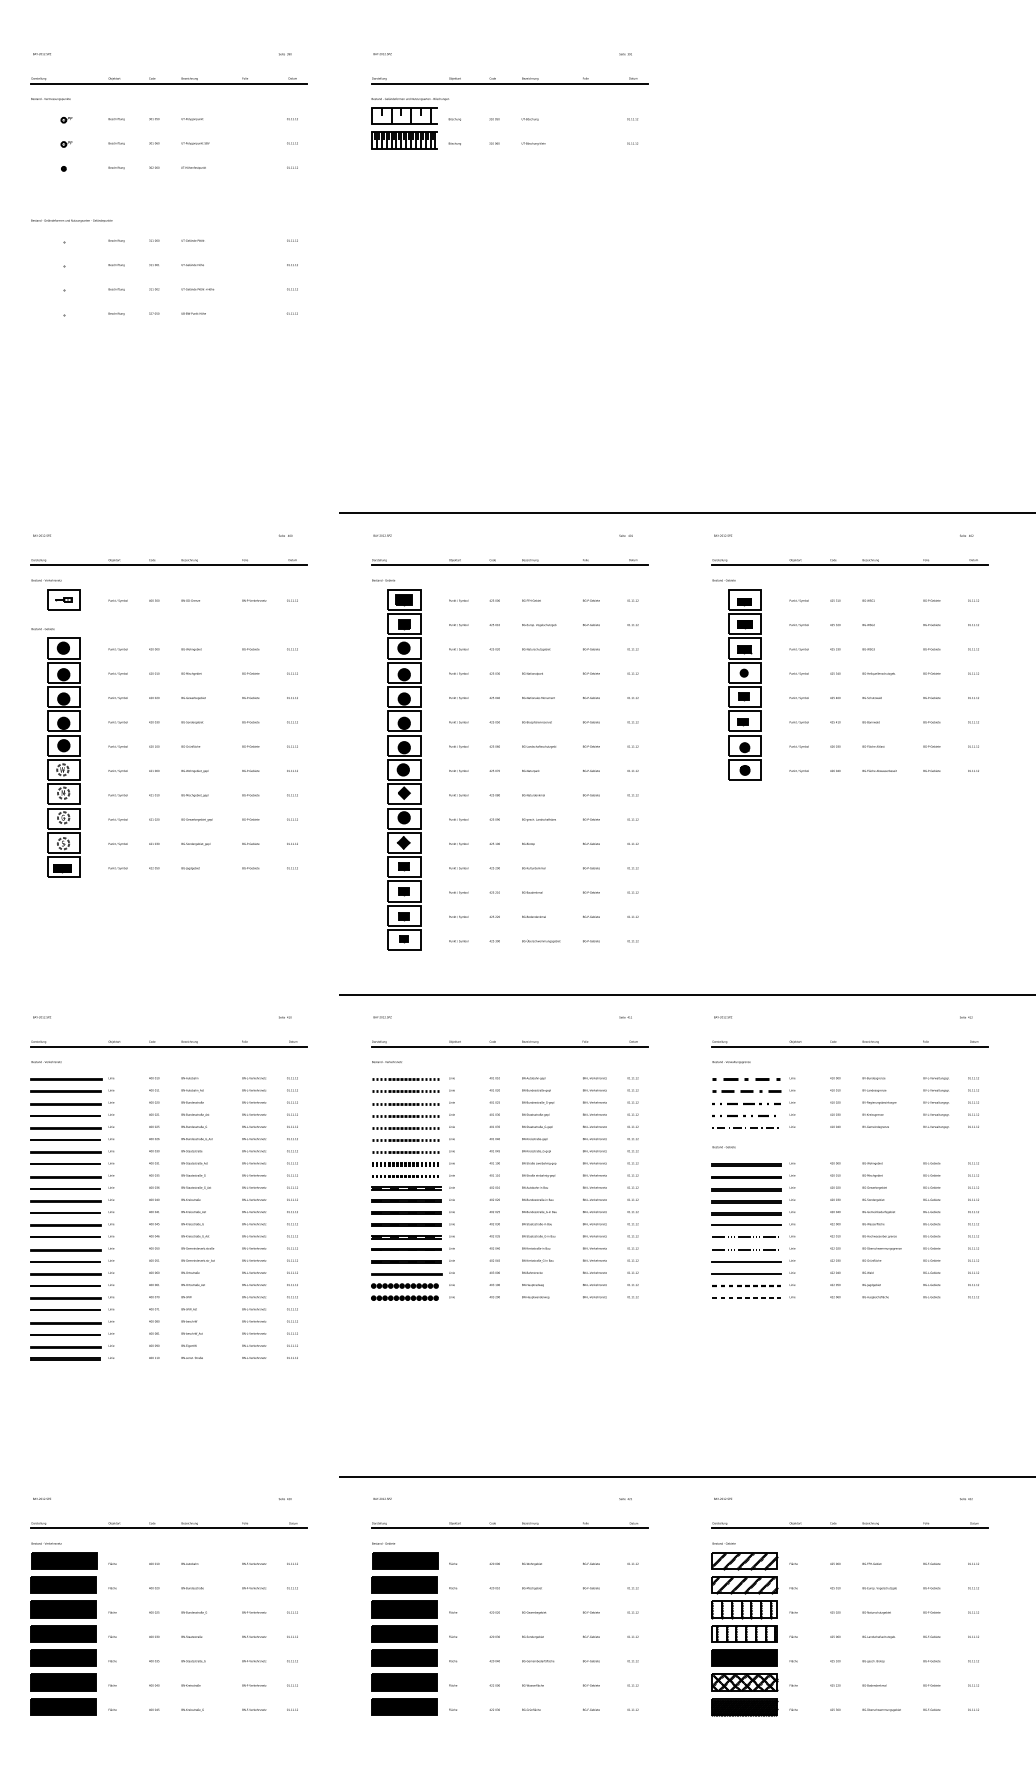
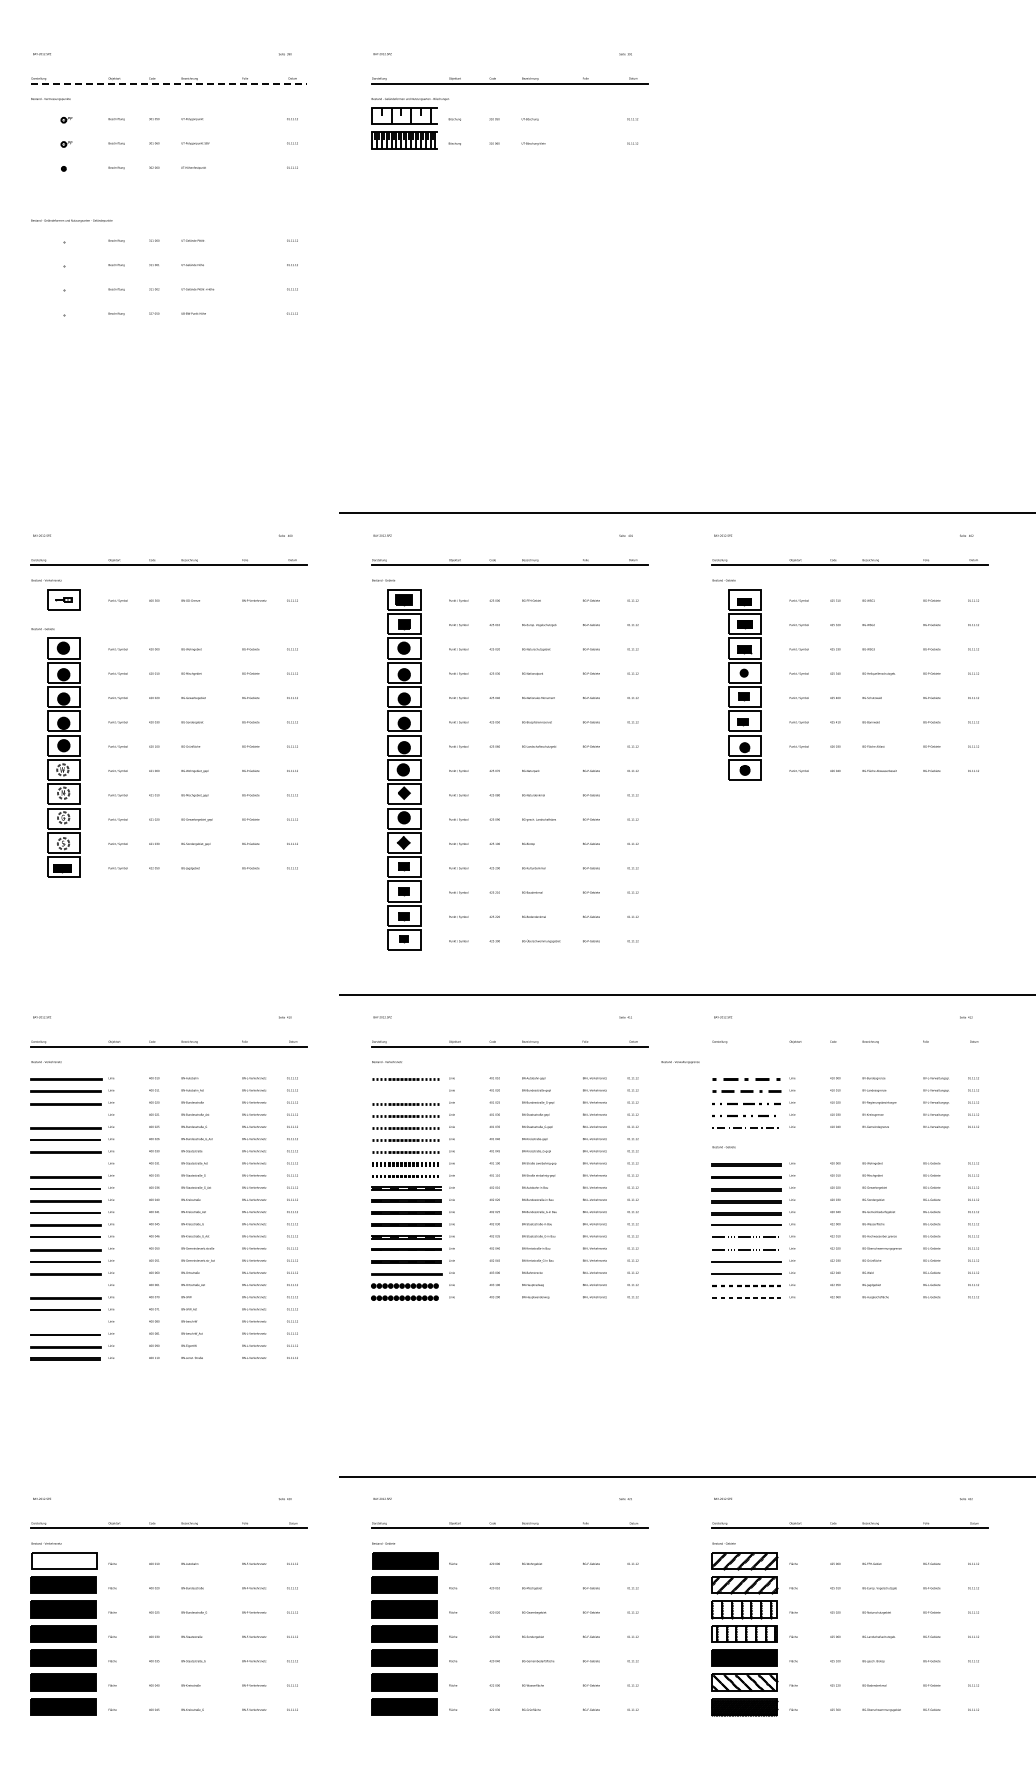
line at (169, 83): solid -> dashed
line at (850, 1046): present -> none
text at (731, 1062) position: (731, 1062) -> (680, 1062)
line at (405, 1091): present -> none
line at (65, 1115): present -> none
line at (65, 1164): present -> none
line at (65, 1286): present -> none
line at (65, 1322): present -> none
fill at (64, 1561): present -> none
hatch at (744, 1682): present -> none
